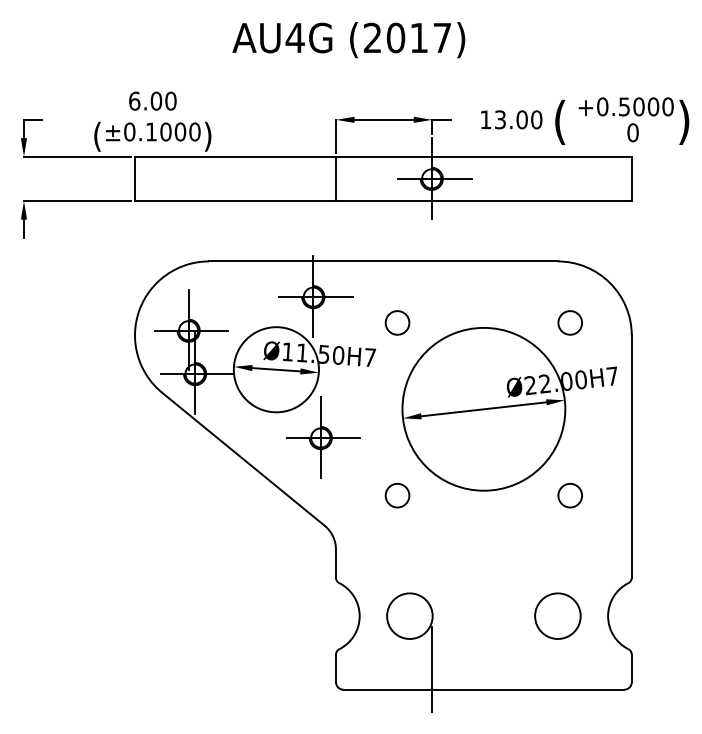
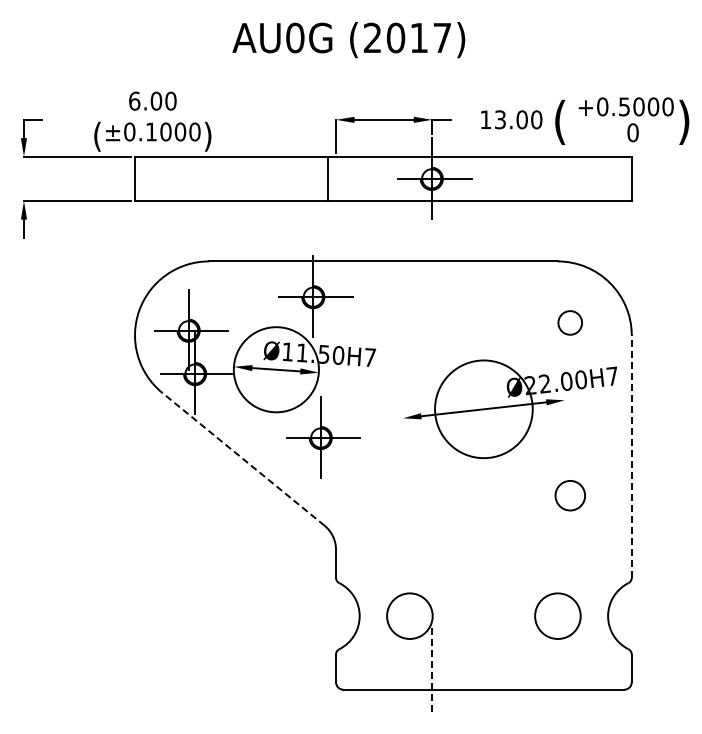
text at (294, 37): AU4G -> AU0G
line at (336, 178) position: (336, 178) -> (328, 178)
circle at (397, 322): present -> none
circle at (483, 408) diameter: 163 px -> 98 px
line at (631, 456): solid -> dashed
line at (243, 459): solid -> dashed
circle at (397, 495): present -> none
circle at (569, 495) size: 26x27 px -> 32x32 px
line at (432, 668): solid -> dashed
